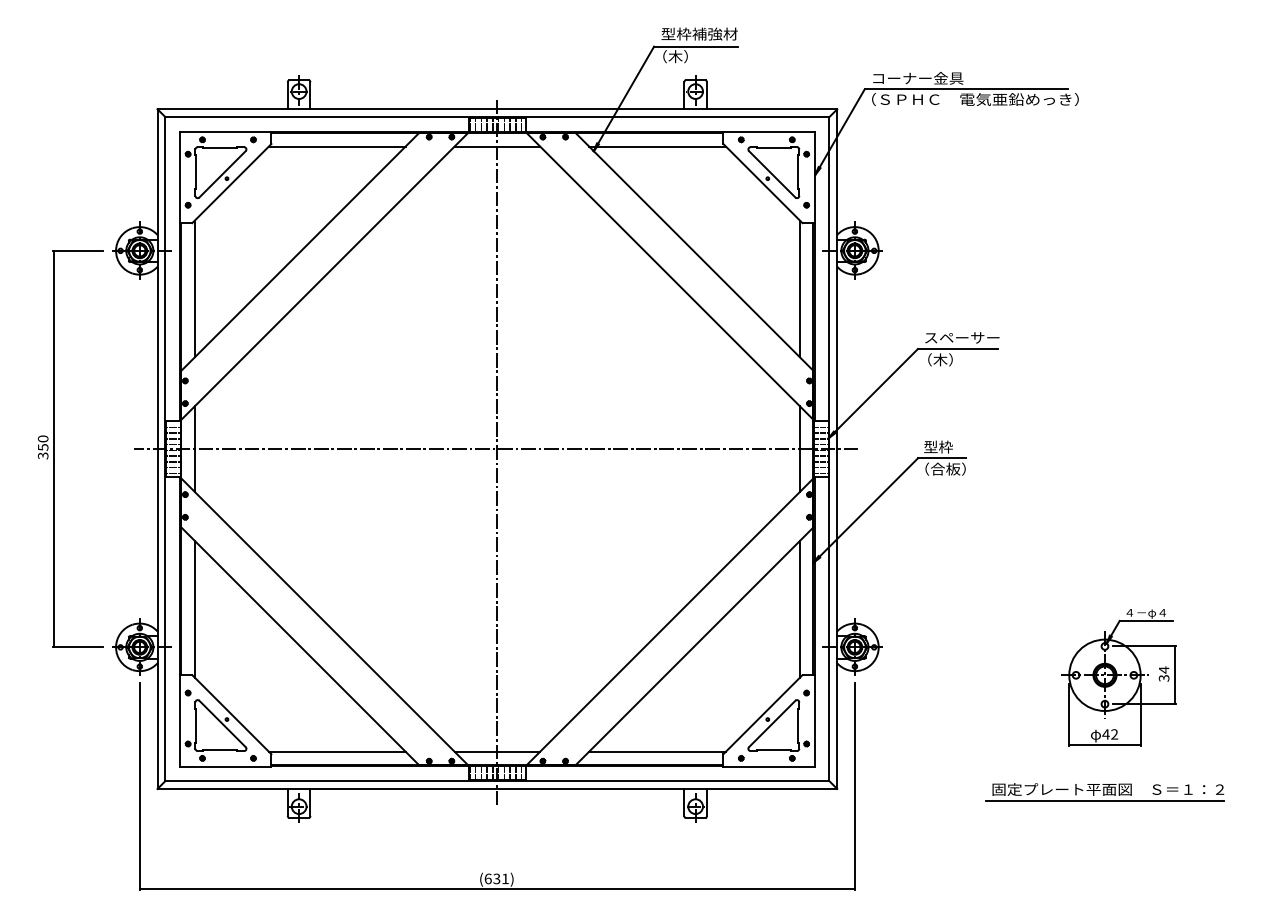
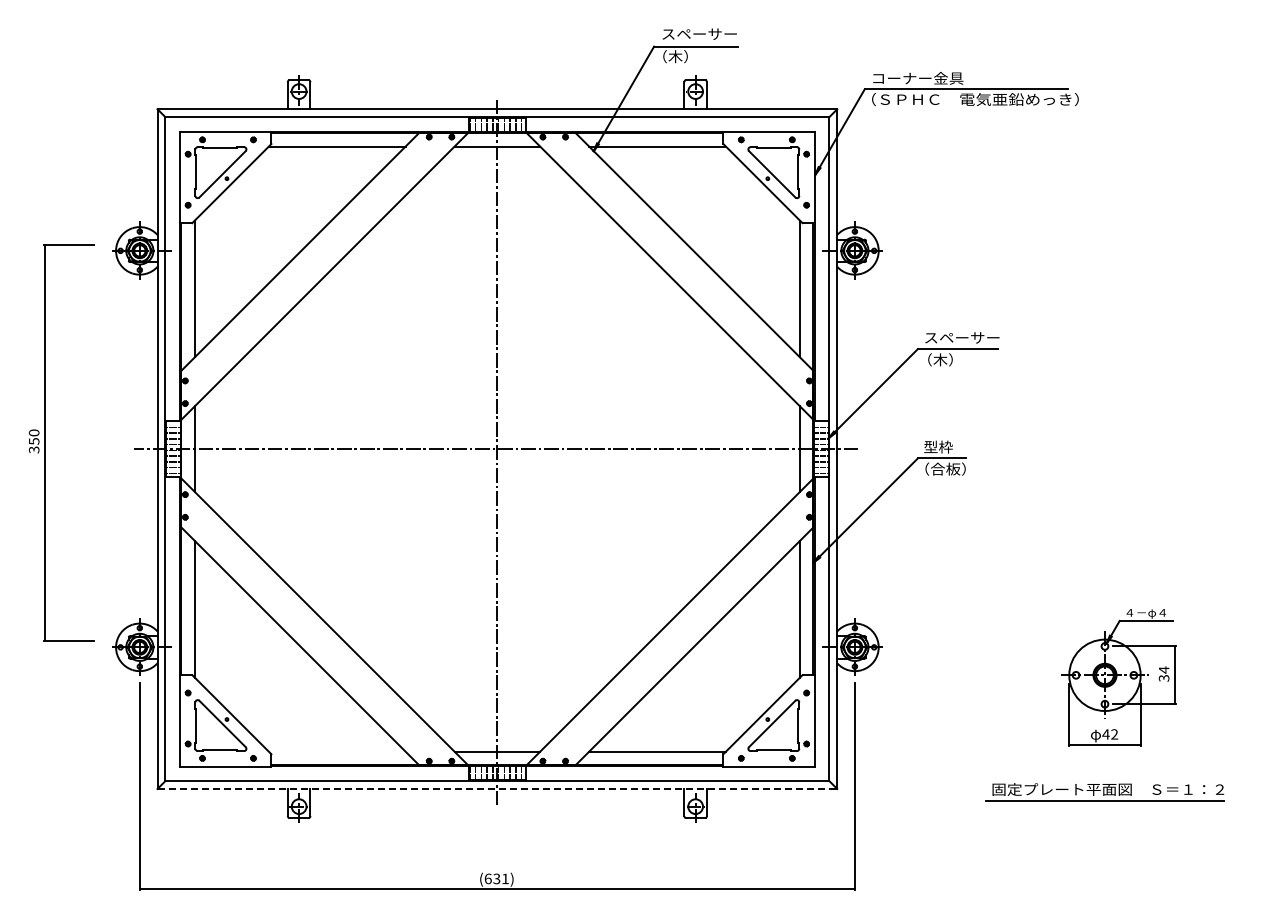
text at (699, 33): 型枠補強材 -> スペーサー
part at (54, 448) position: (54, 448) -> (45, 442)
line at (336, 751): present -> none
line at (497, 789): solid -> dashed
